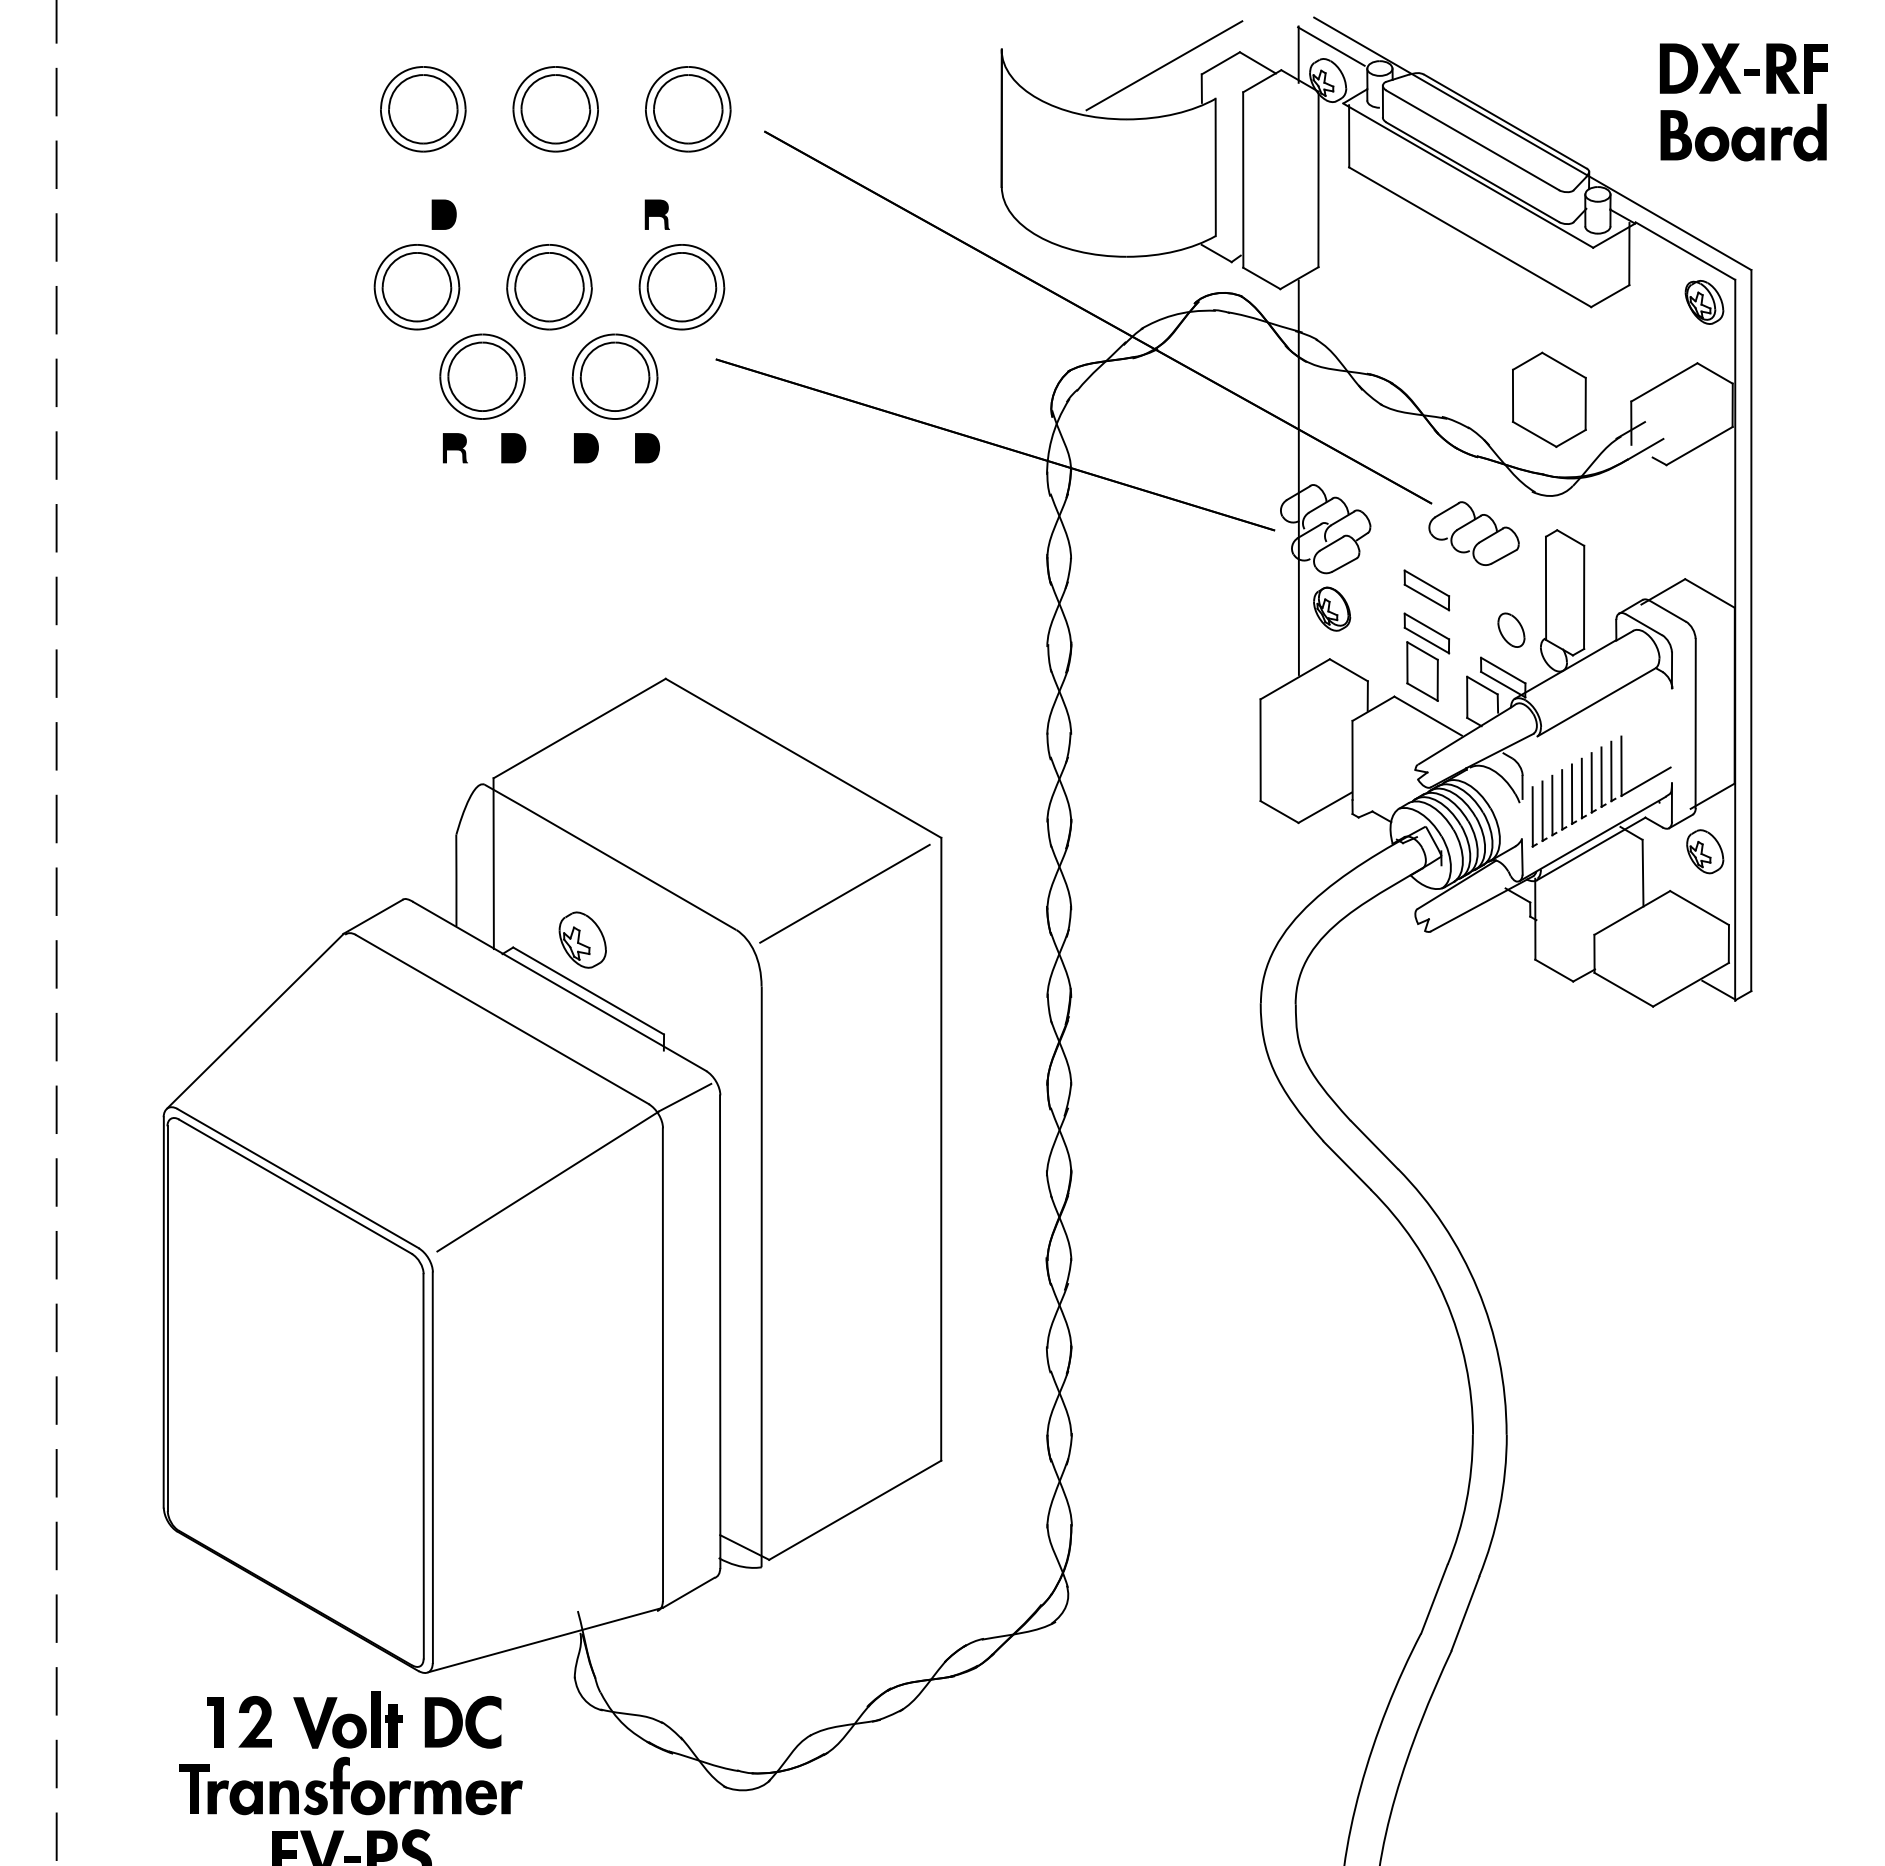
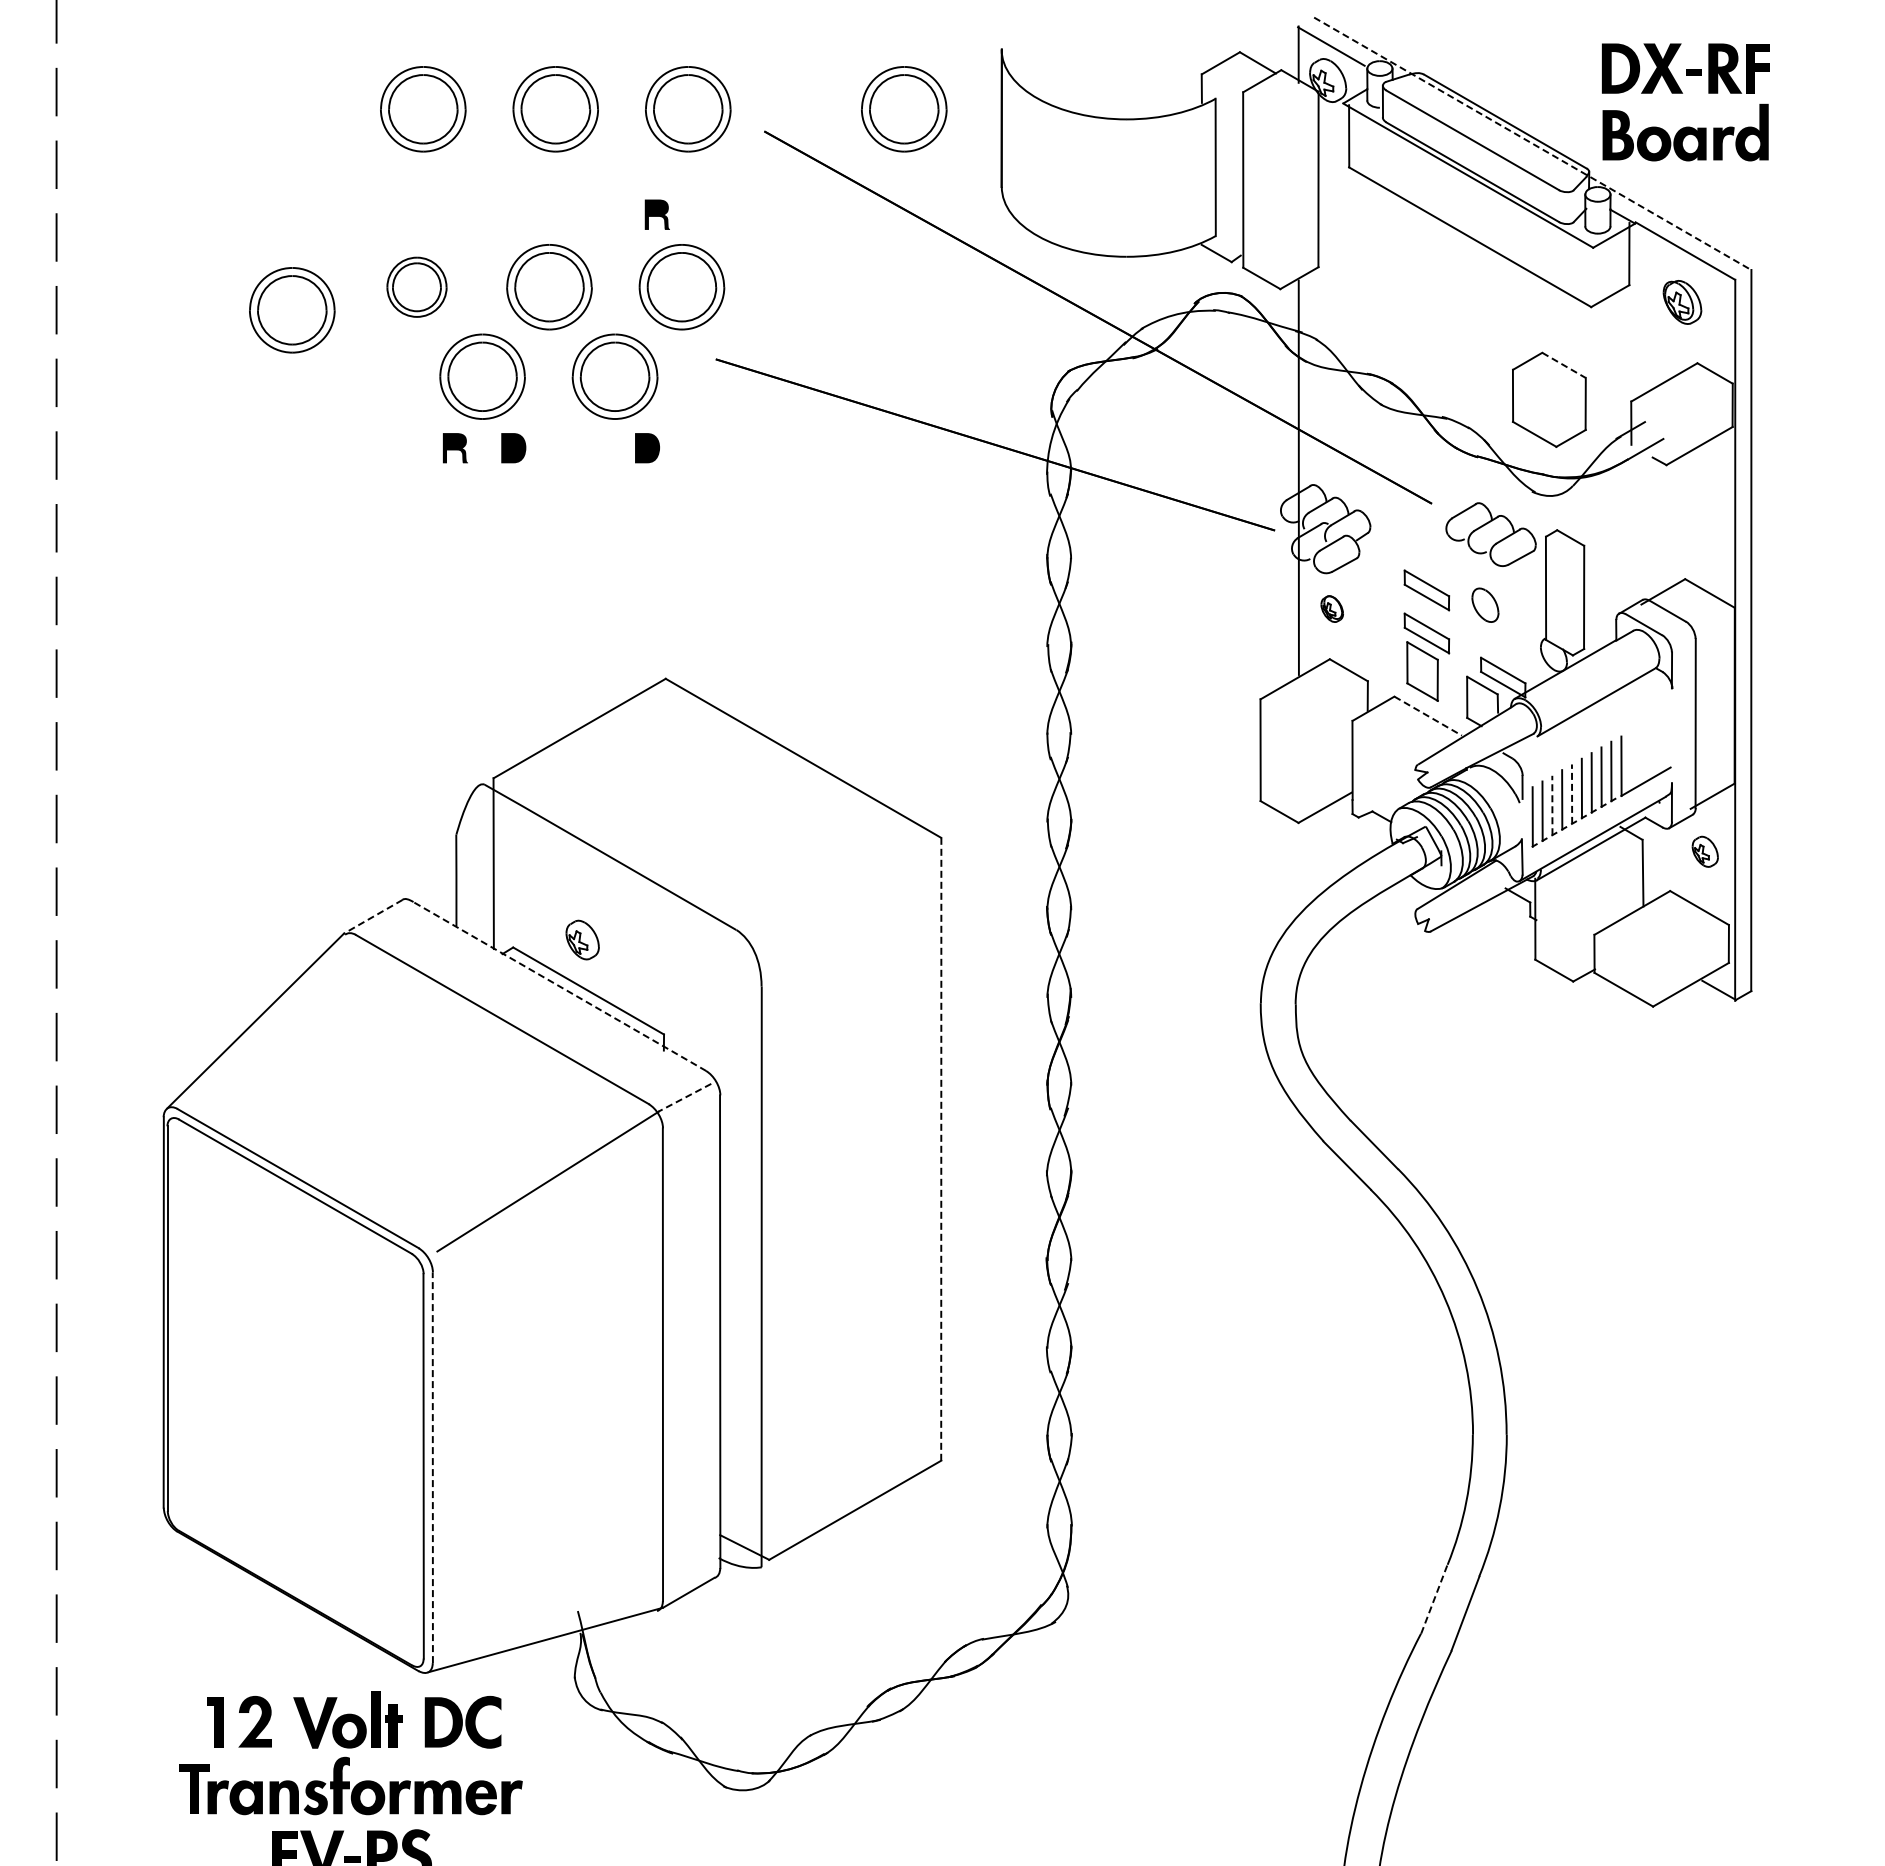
line at (1164, 65): present -> none
part at (1740, 93) position: (1740, 93) -> (1682, 93)
part at (904, 109): none -> present
line at (1533, 144): solid -> dashed
part at (443, 214): present -> none
part at (416, 287) size: 88x87 px -> 62x62 px
part at (1704, 302) position: (1704, 302) -> (1682, 302)
part at (292, 310): none -> present
line at (1563, 365): solid -> dashed
part at (586, 448): present -> none
part at (1477, 542) position: (1477, 542) -> (1494, 543)
part at (1332, 608) size: 39x46 px -> 24x28 px
part at (1511, 629) position: (1511, 629) -> (1485, 604)
line at (1428, 716): solid -> dashed
line at (1572, 794): solid -> dashed
line at (1552, 805): solid -> dashed
part at (1705, 851) size: 39x46 px -> 28x33 px
line at (844, 893): present -> none
line at (372, 917): solid -> dashed
part at (582, 939) size: 49x58 px -> 35x42 px
line at (559, 986): solid -> dashed
line at (684, 1097): solid -> dashed
line at (941, 1149): solid -> dashed
line at (432, 1467): solid -> dashed
line at (1434, 1599): solid -> dashed
